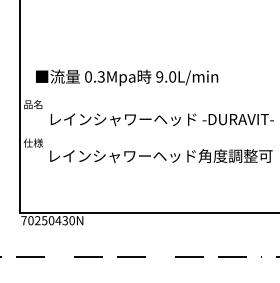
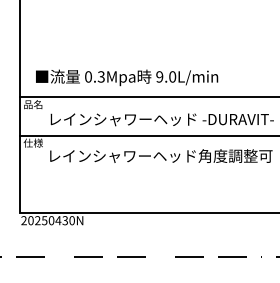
line at (148, 97): none -> present
line at (148, 135): none -> present
text at (23, 220): 70250430N -> 20250430N
